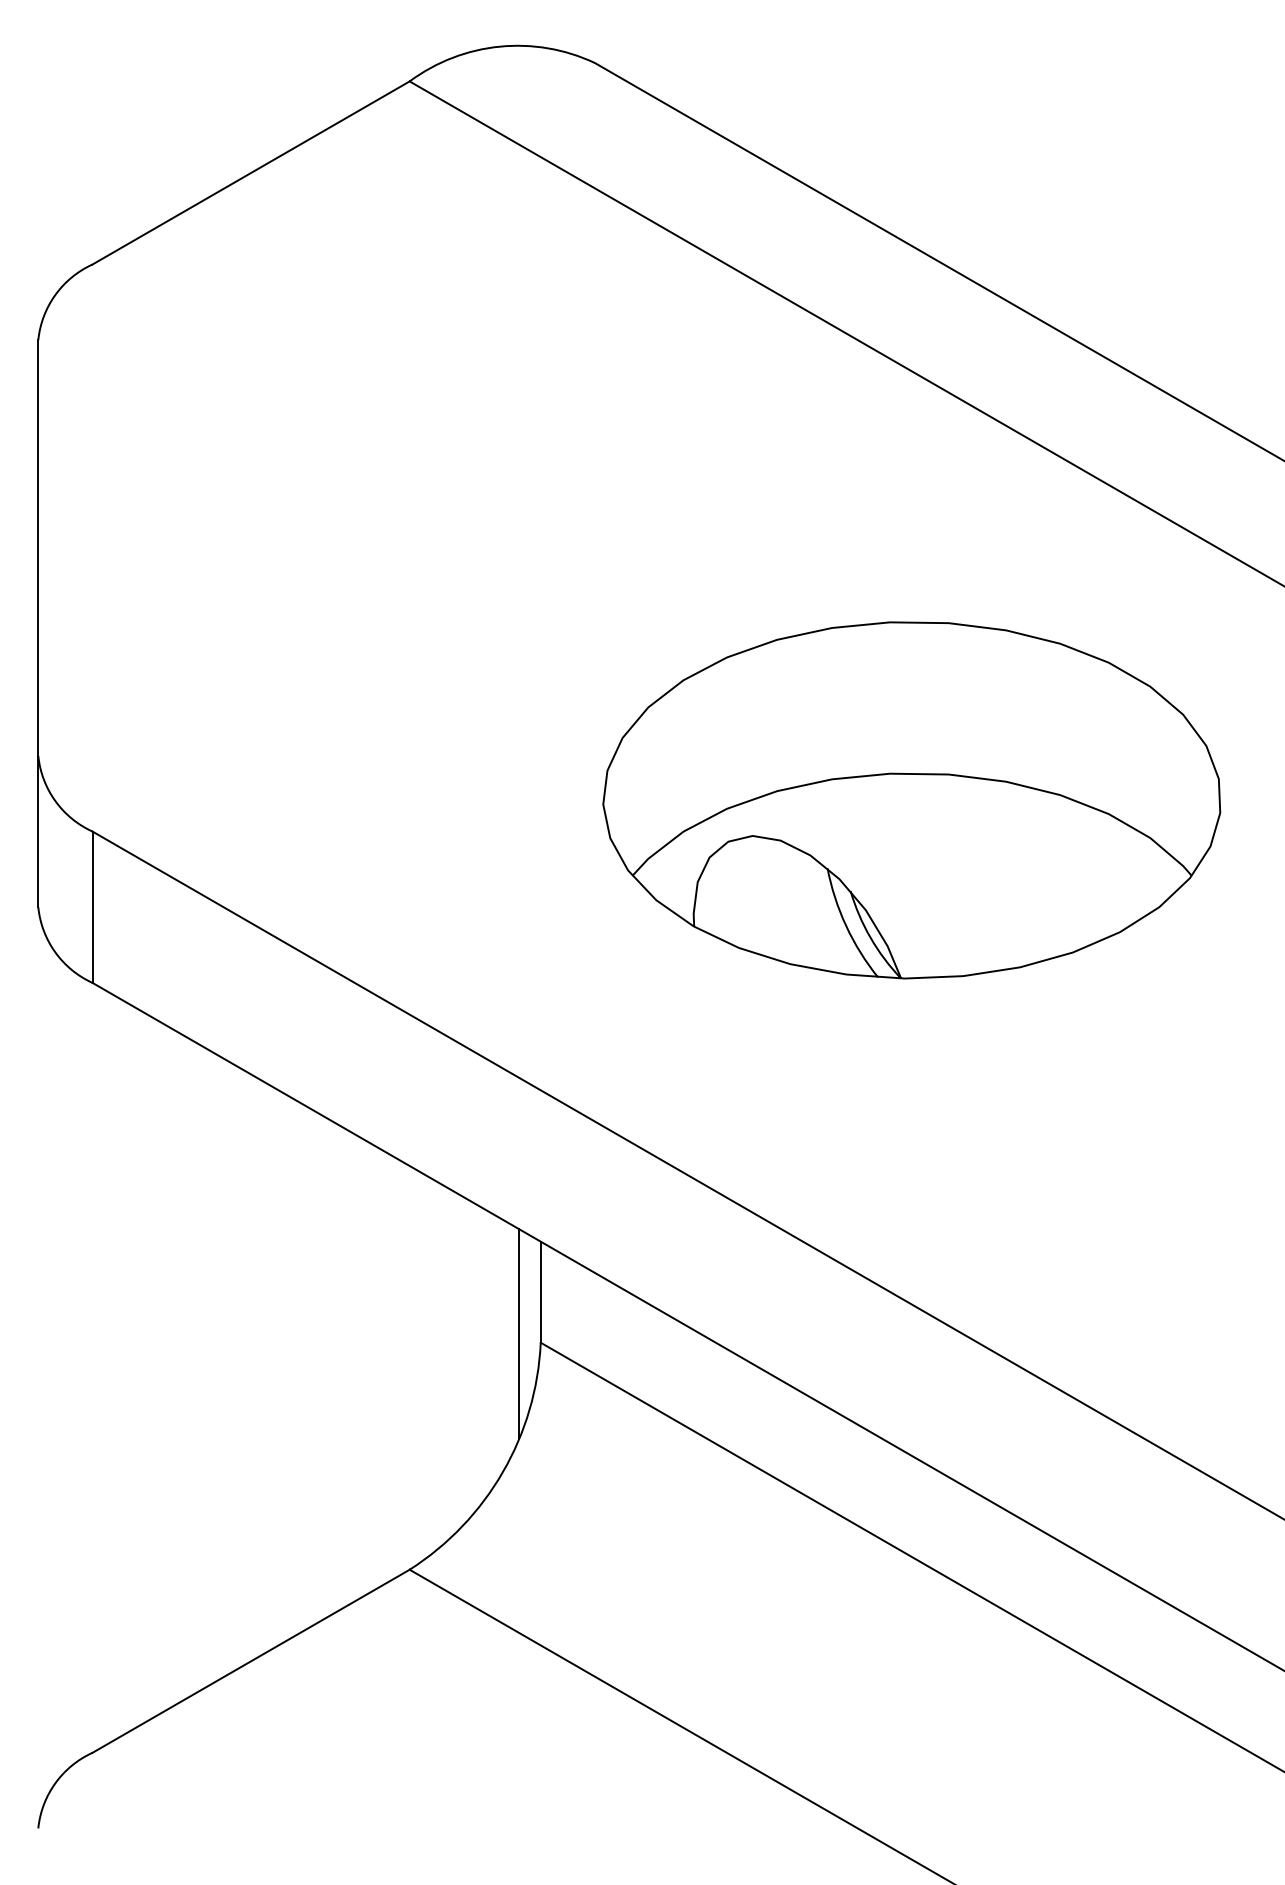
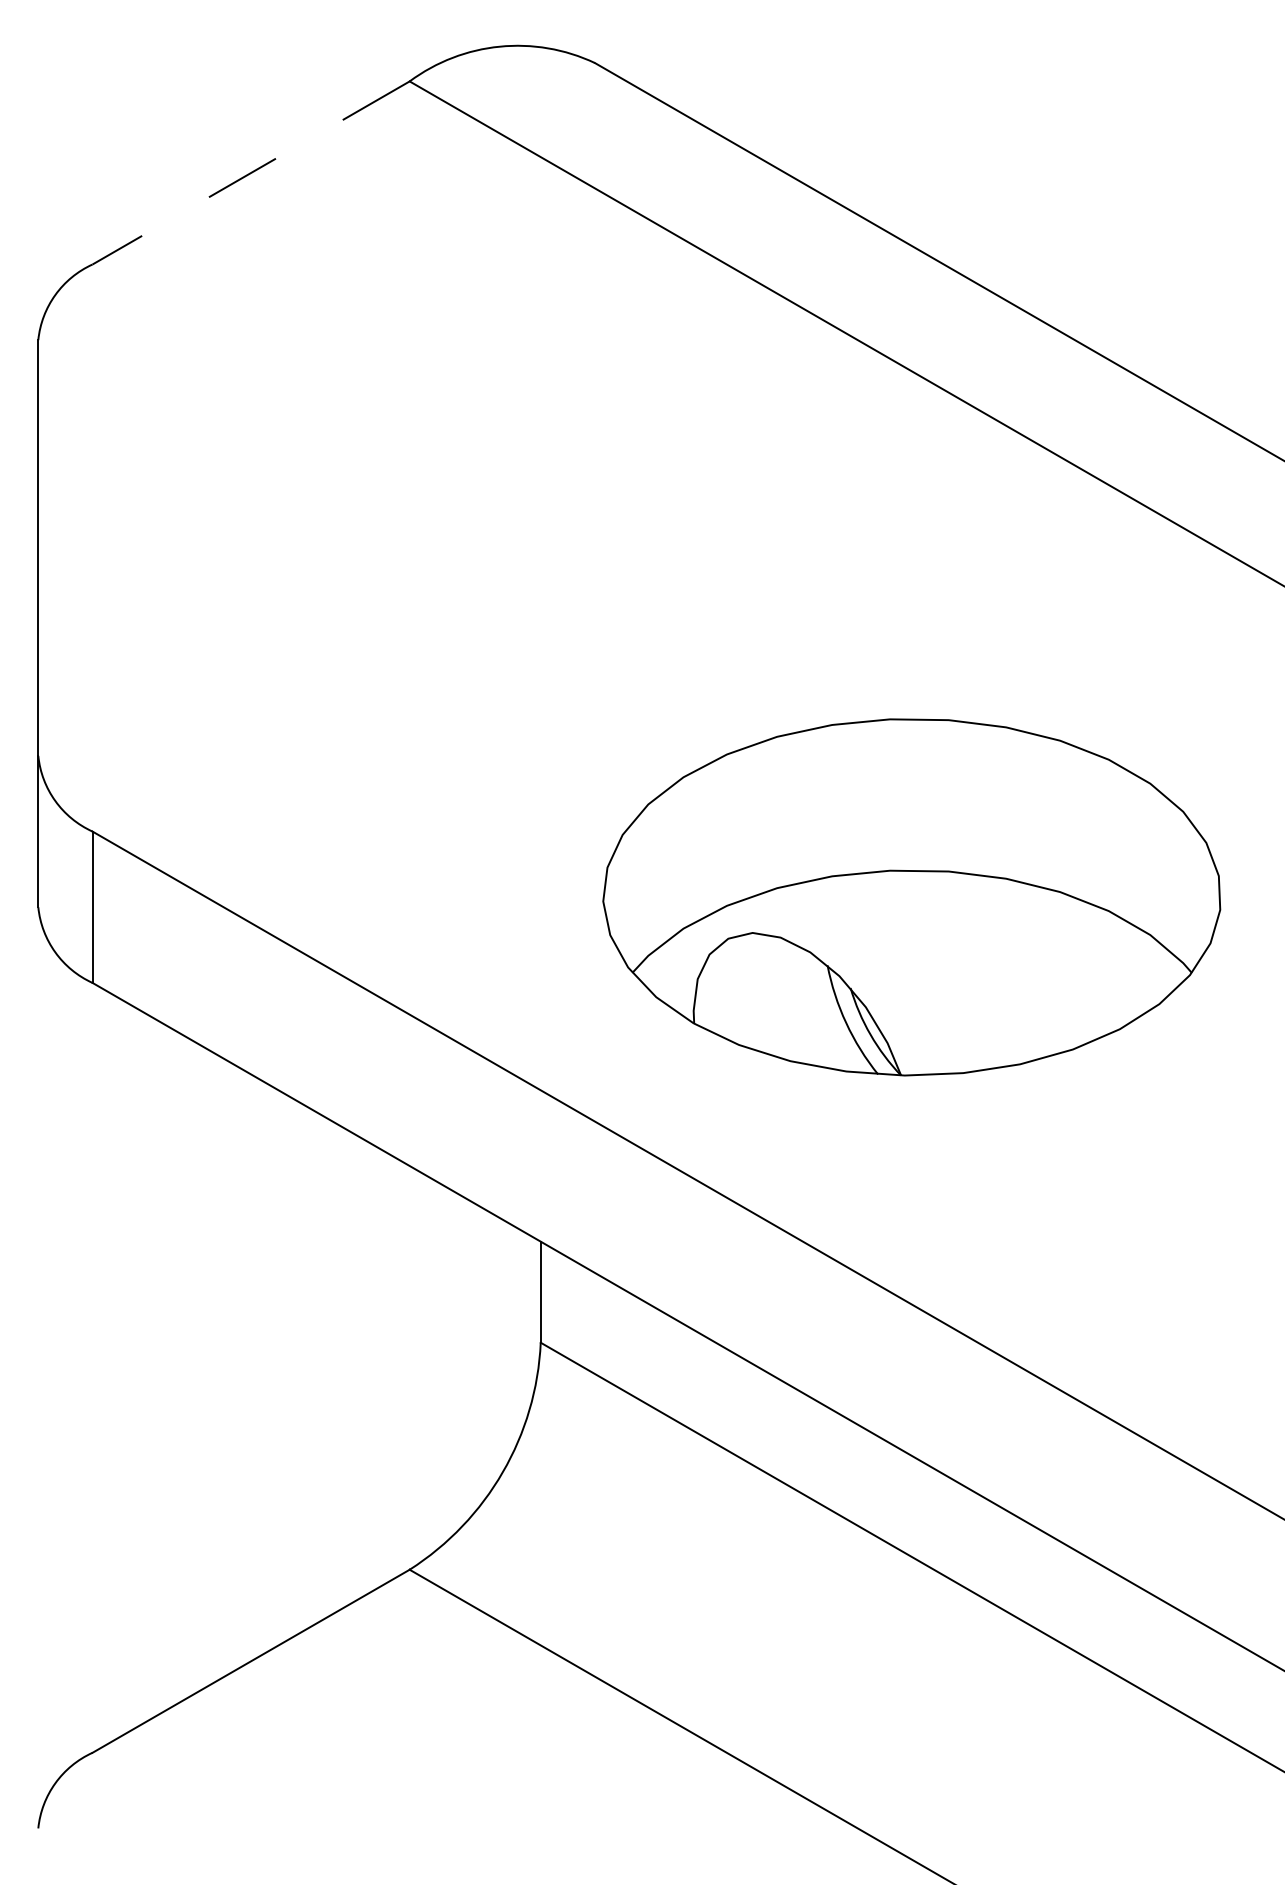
line at (250, 173): solid -> dashed
part at (911, 800) position: (911, 800) -> (911, 897)
line at (518, 1334): present -> none
